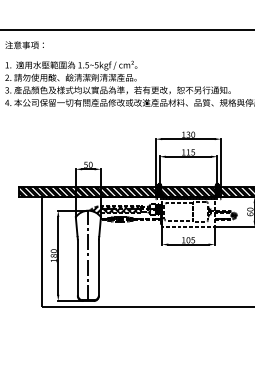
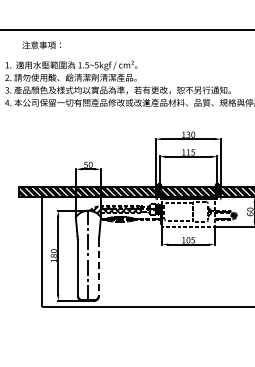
text at (24, 45) position: (24, 45) -> (41, 45)
line at (98, 268): solid -> dashed
